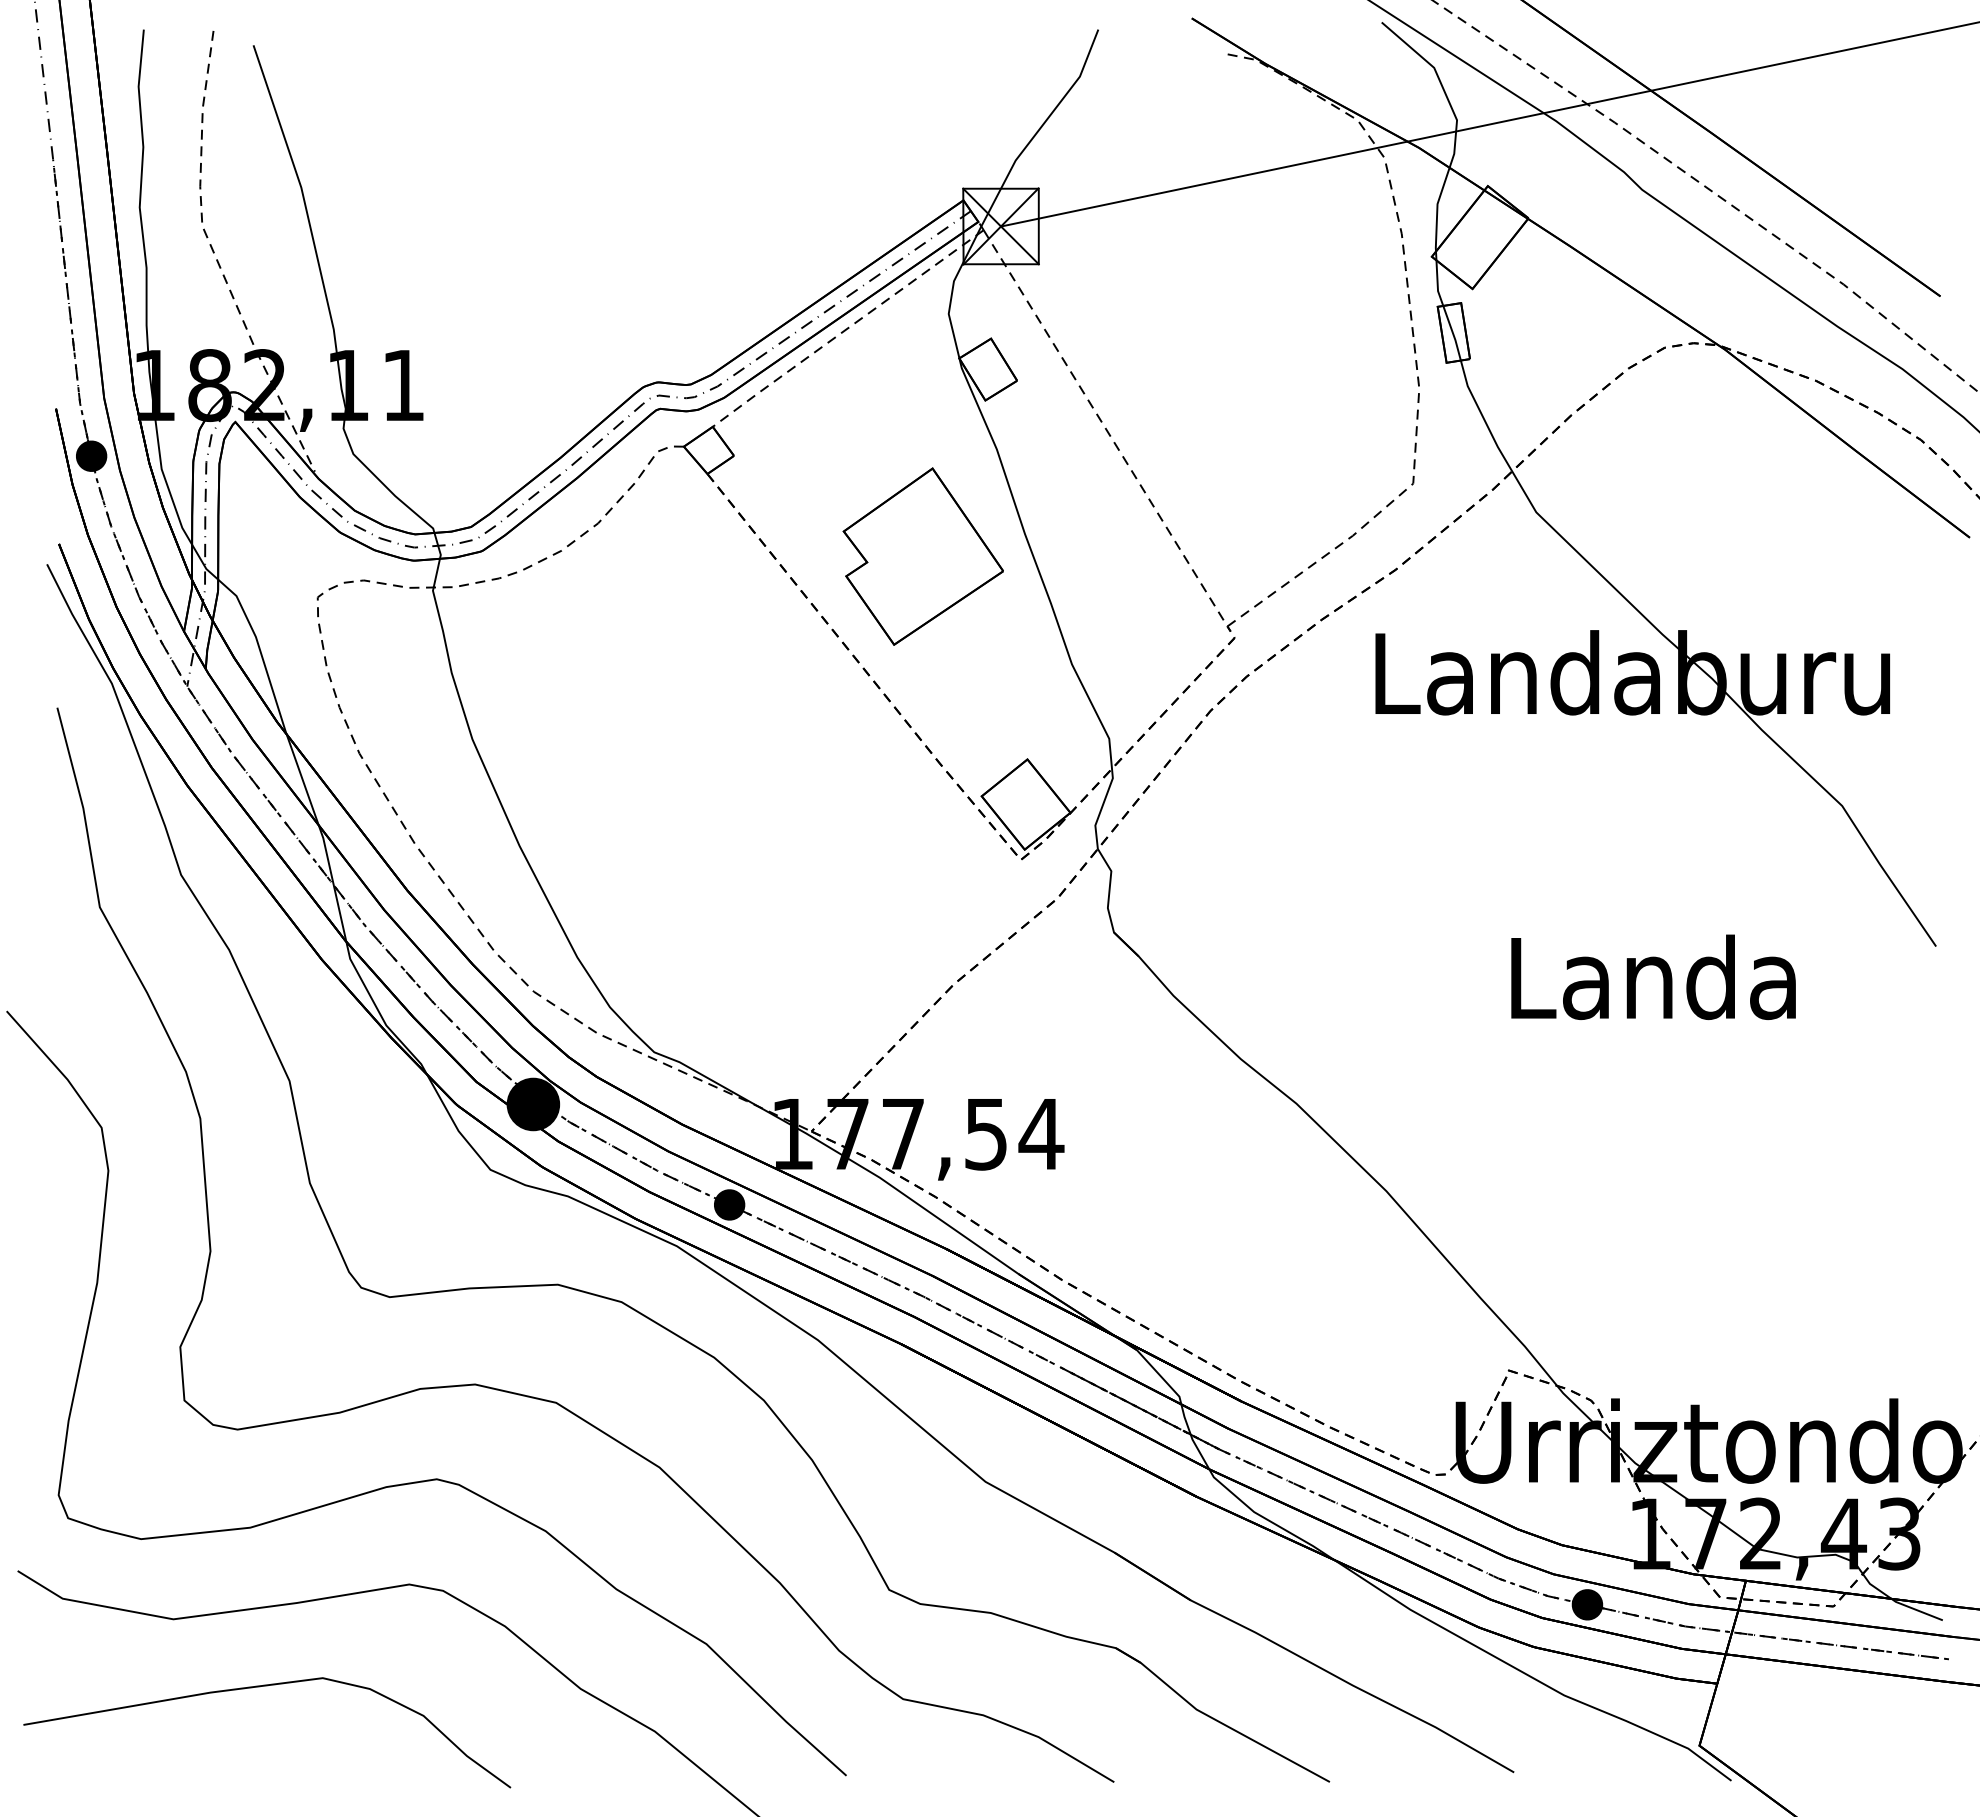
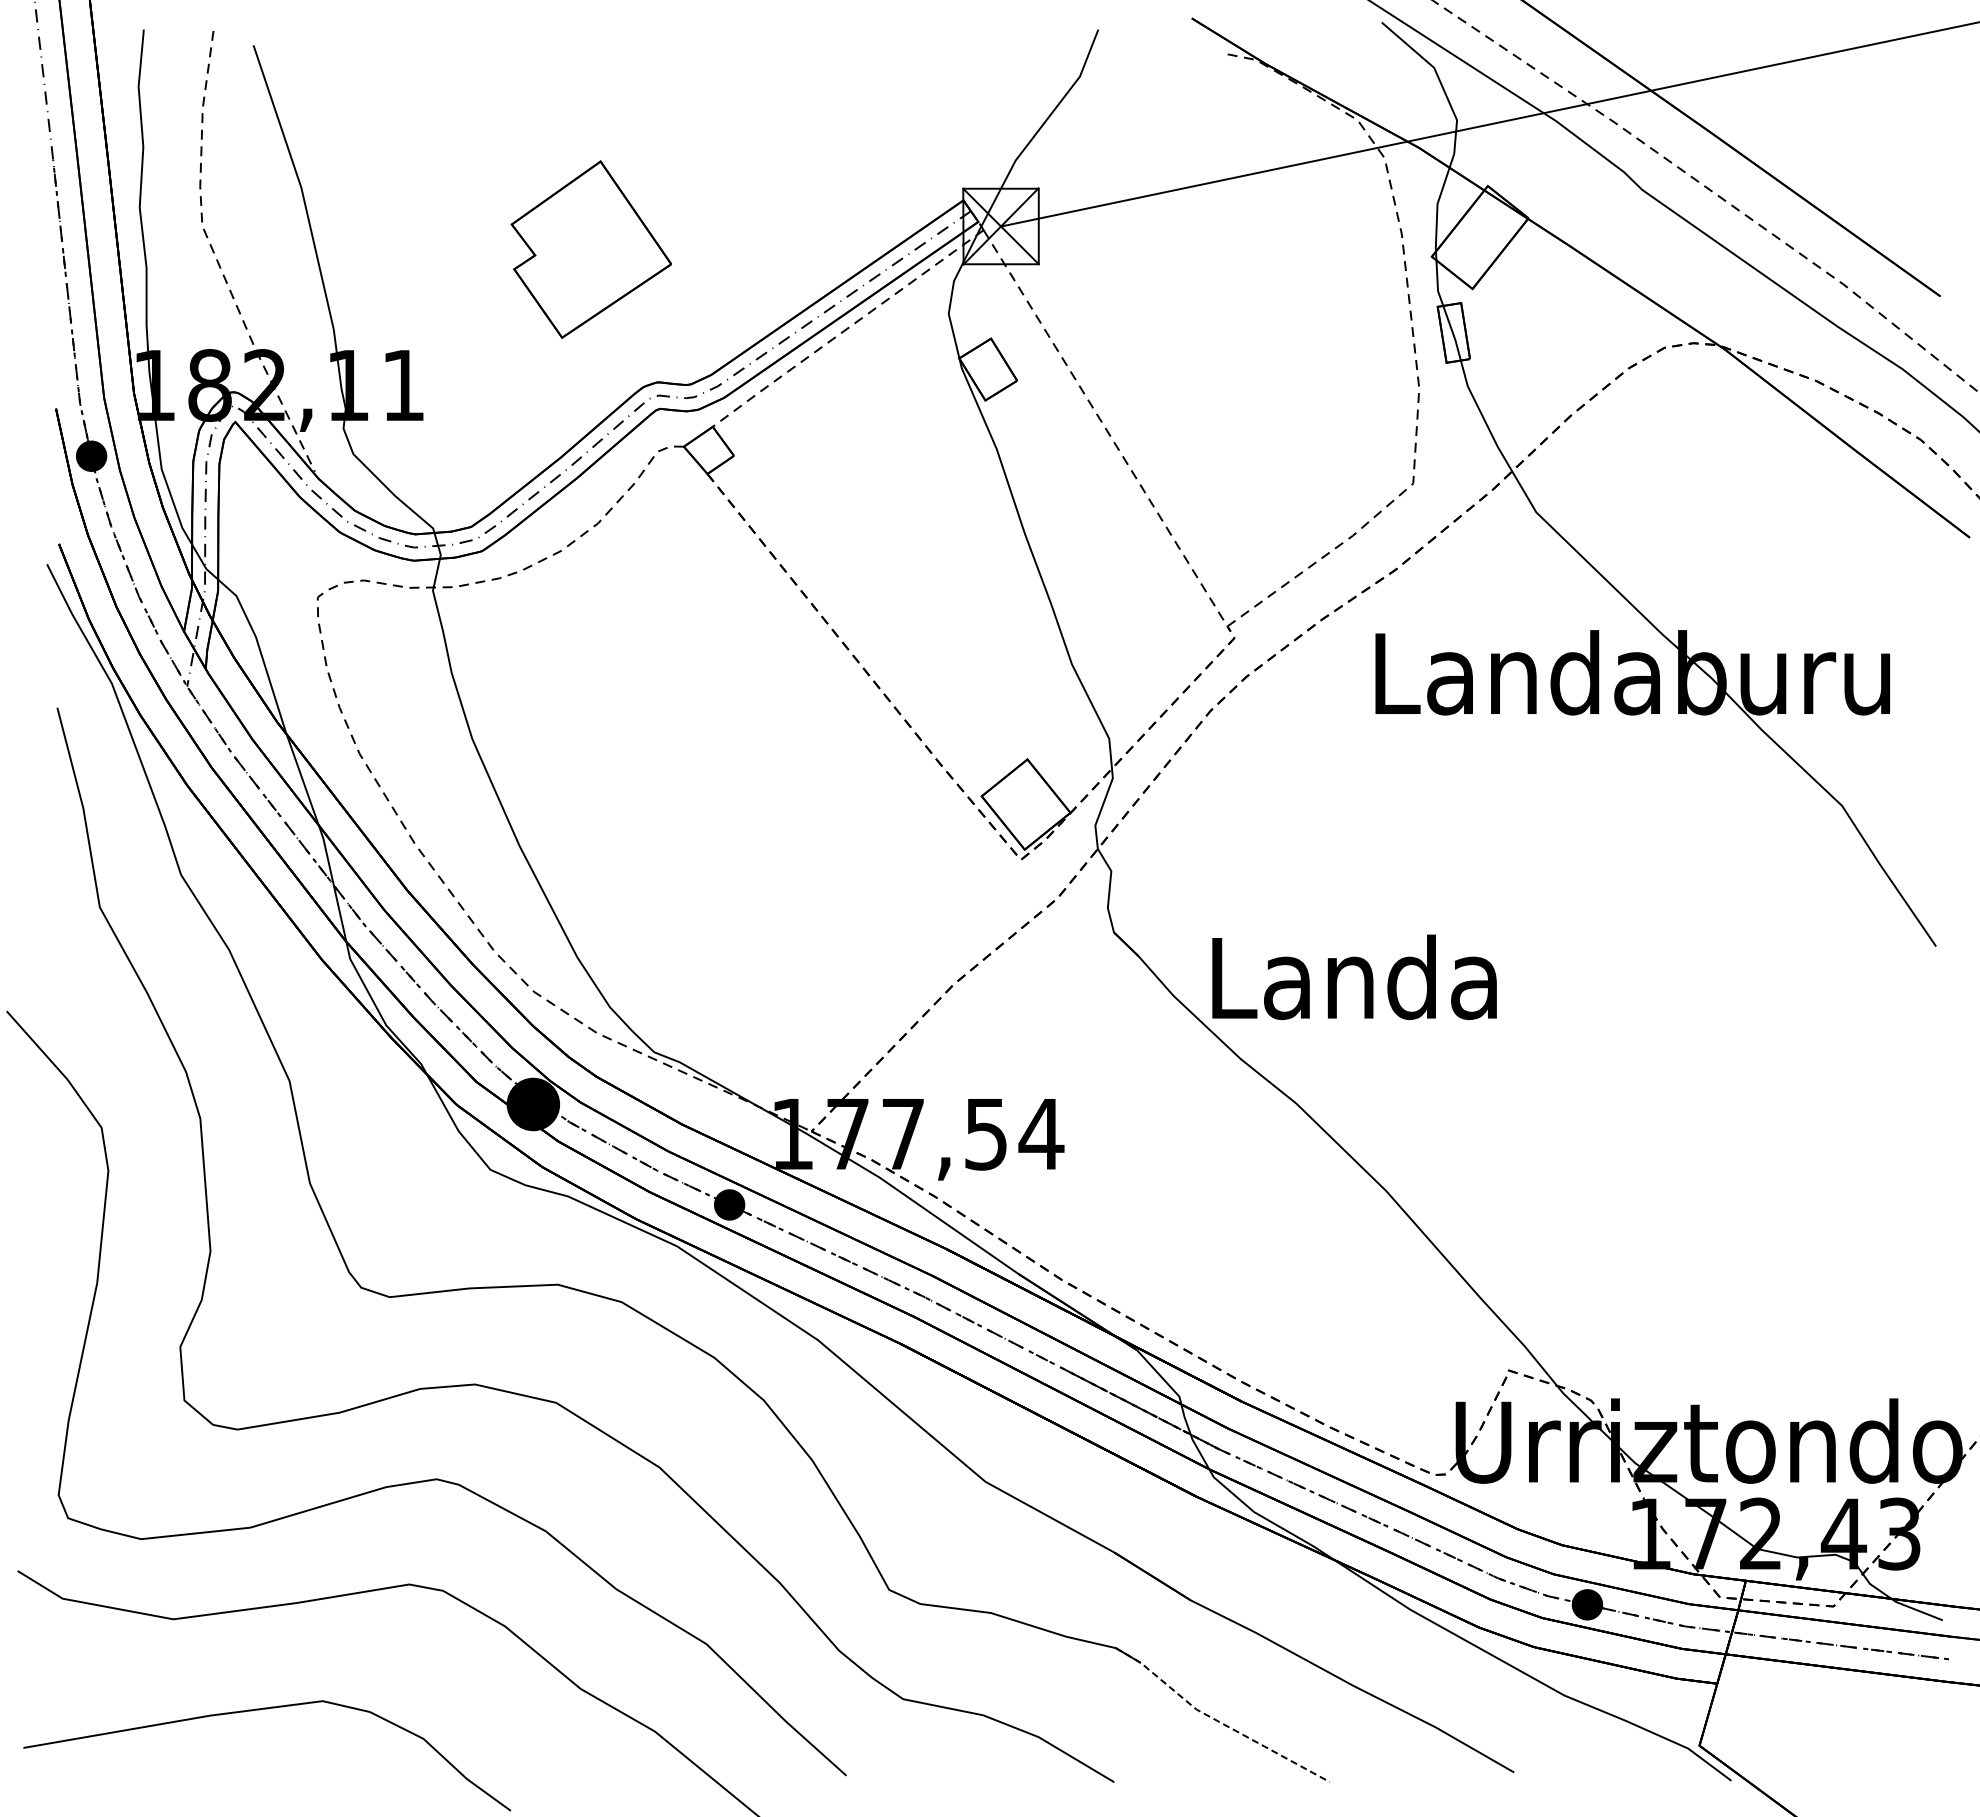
part at (922, 556) position: (922, 556) -> (590, 249)
text at (1653, 976) position: (1653, 976) -> (1354, 976)
curve at (260, 1687) position: (260, 1687) -> (260, 1710)
line at (1217, 1721): solid -> dashed
